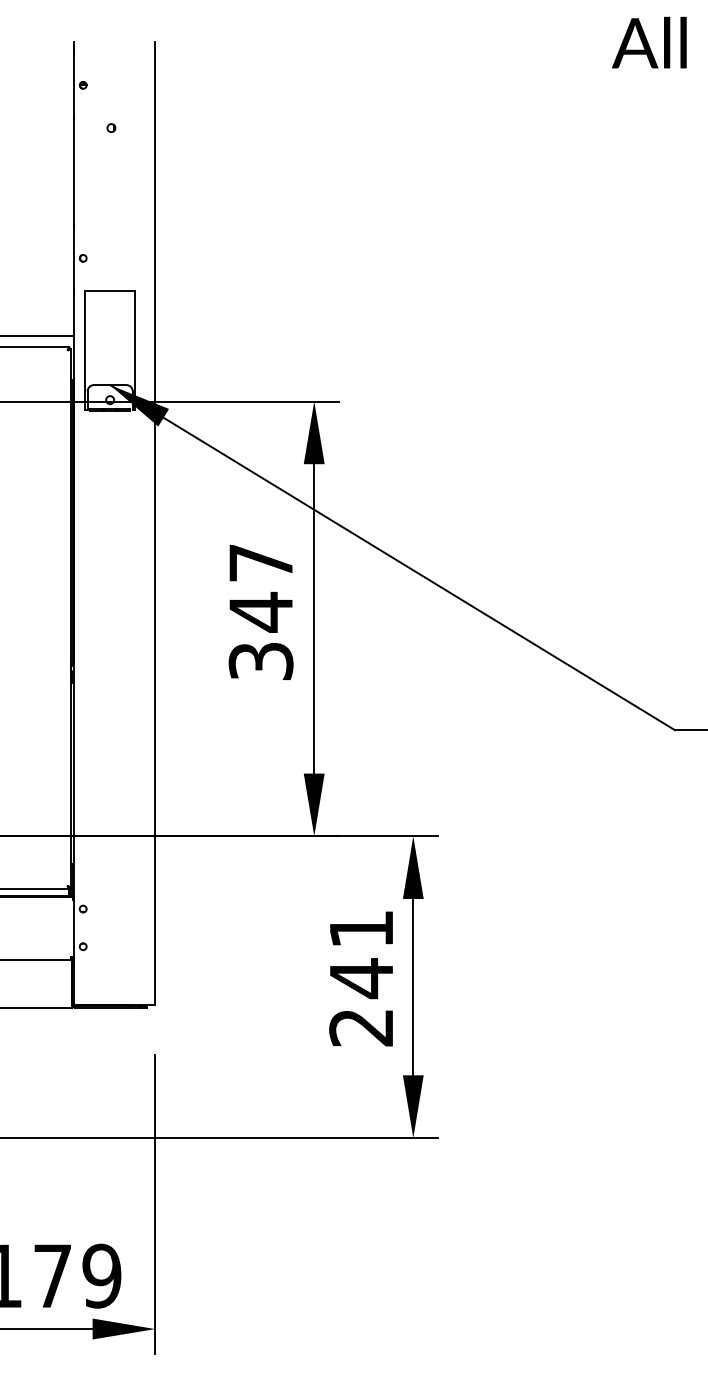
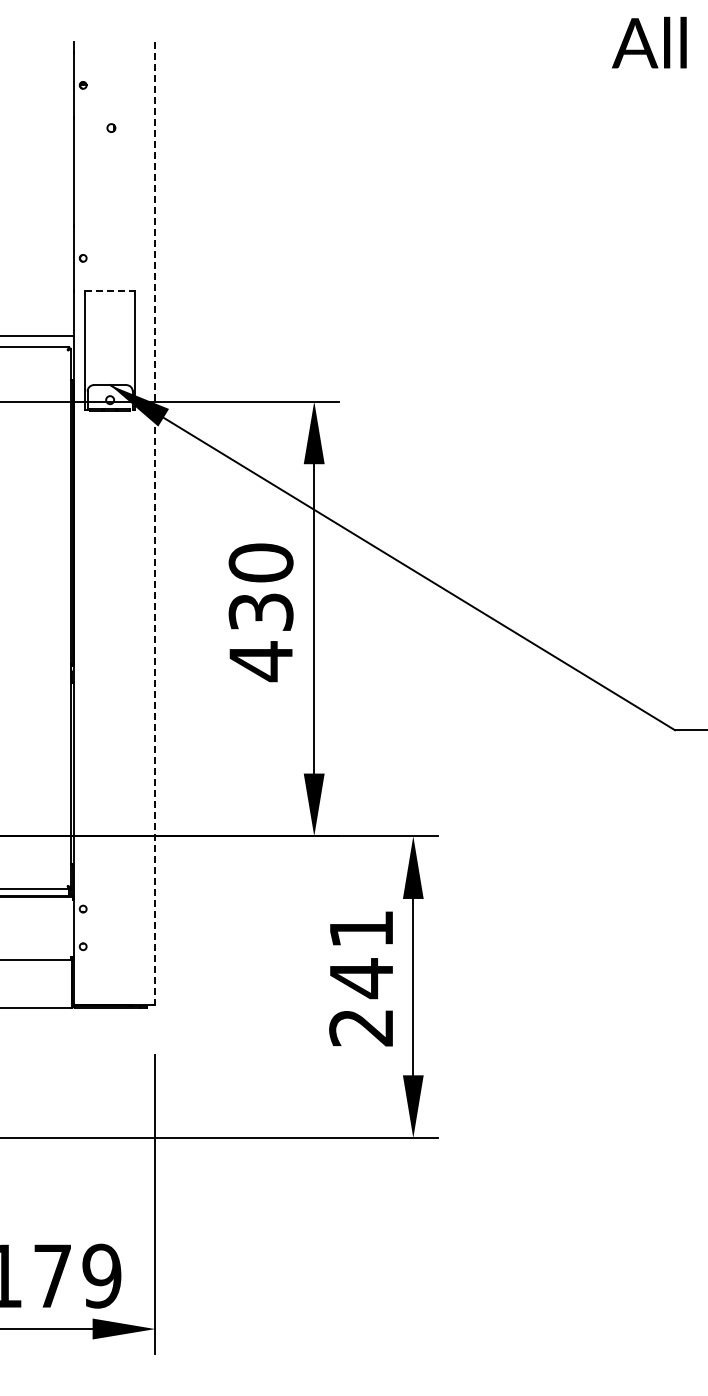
line at (110, 291): solid -> dashed
line at (155, 523): solid -> dashed
text at (260, 612): 347 -> 430
